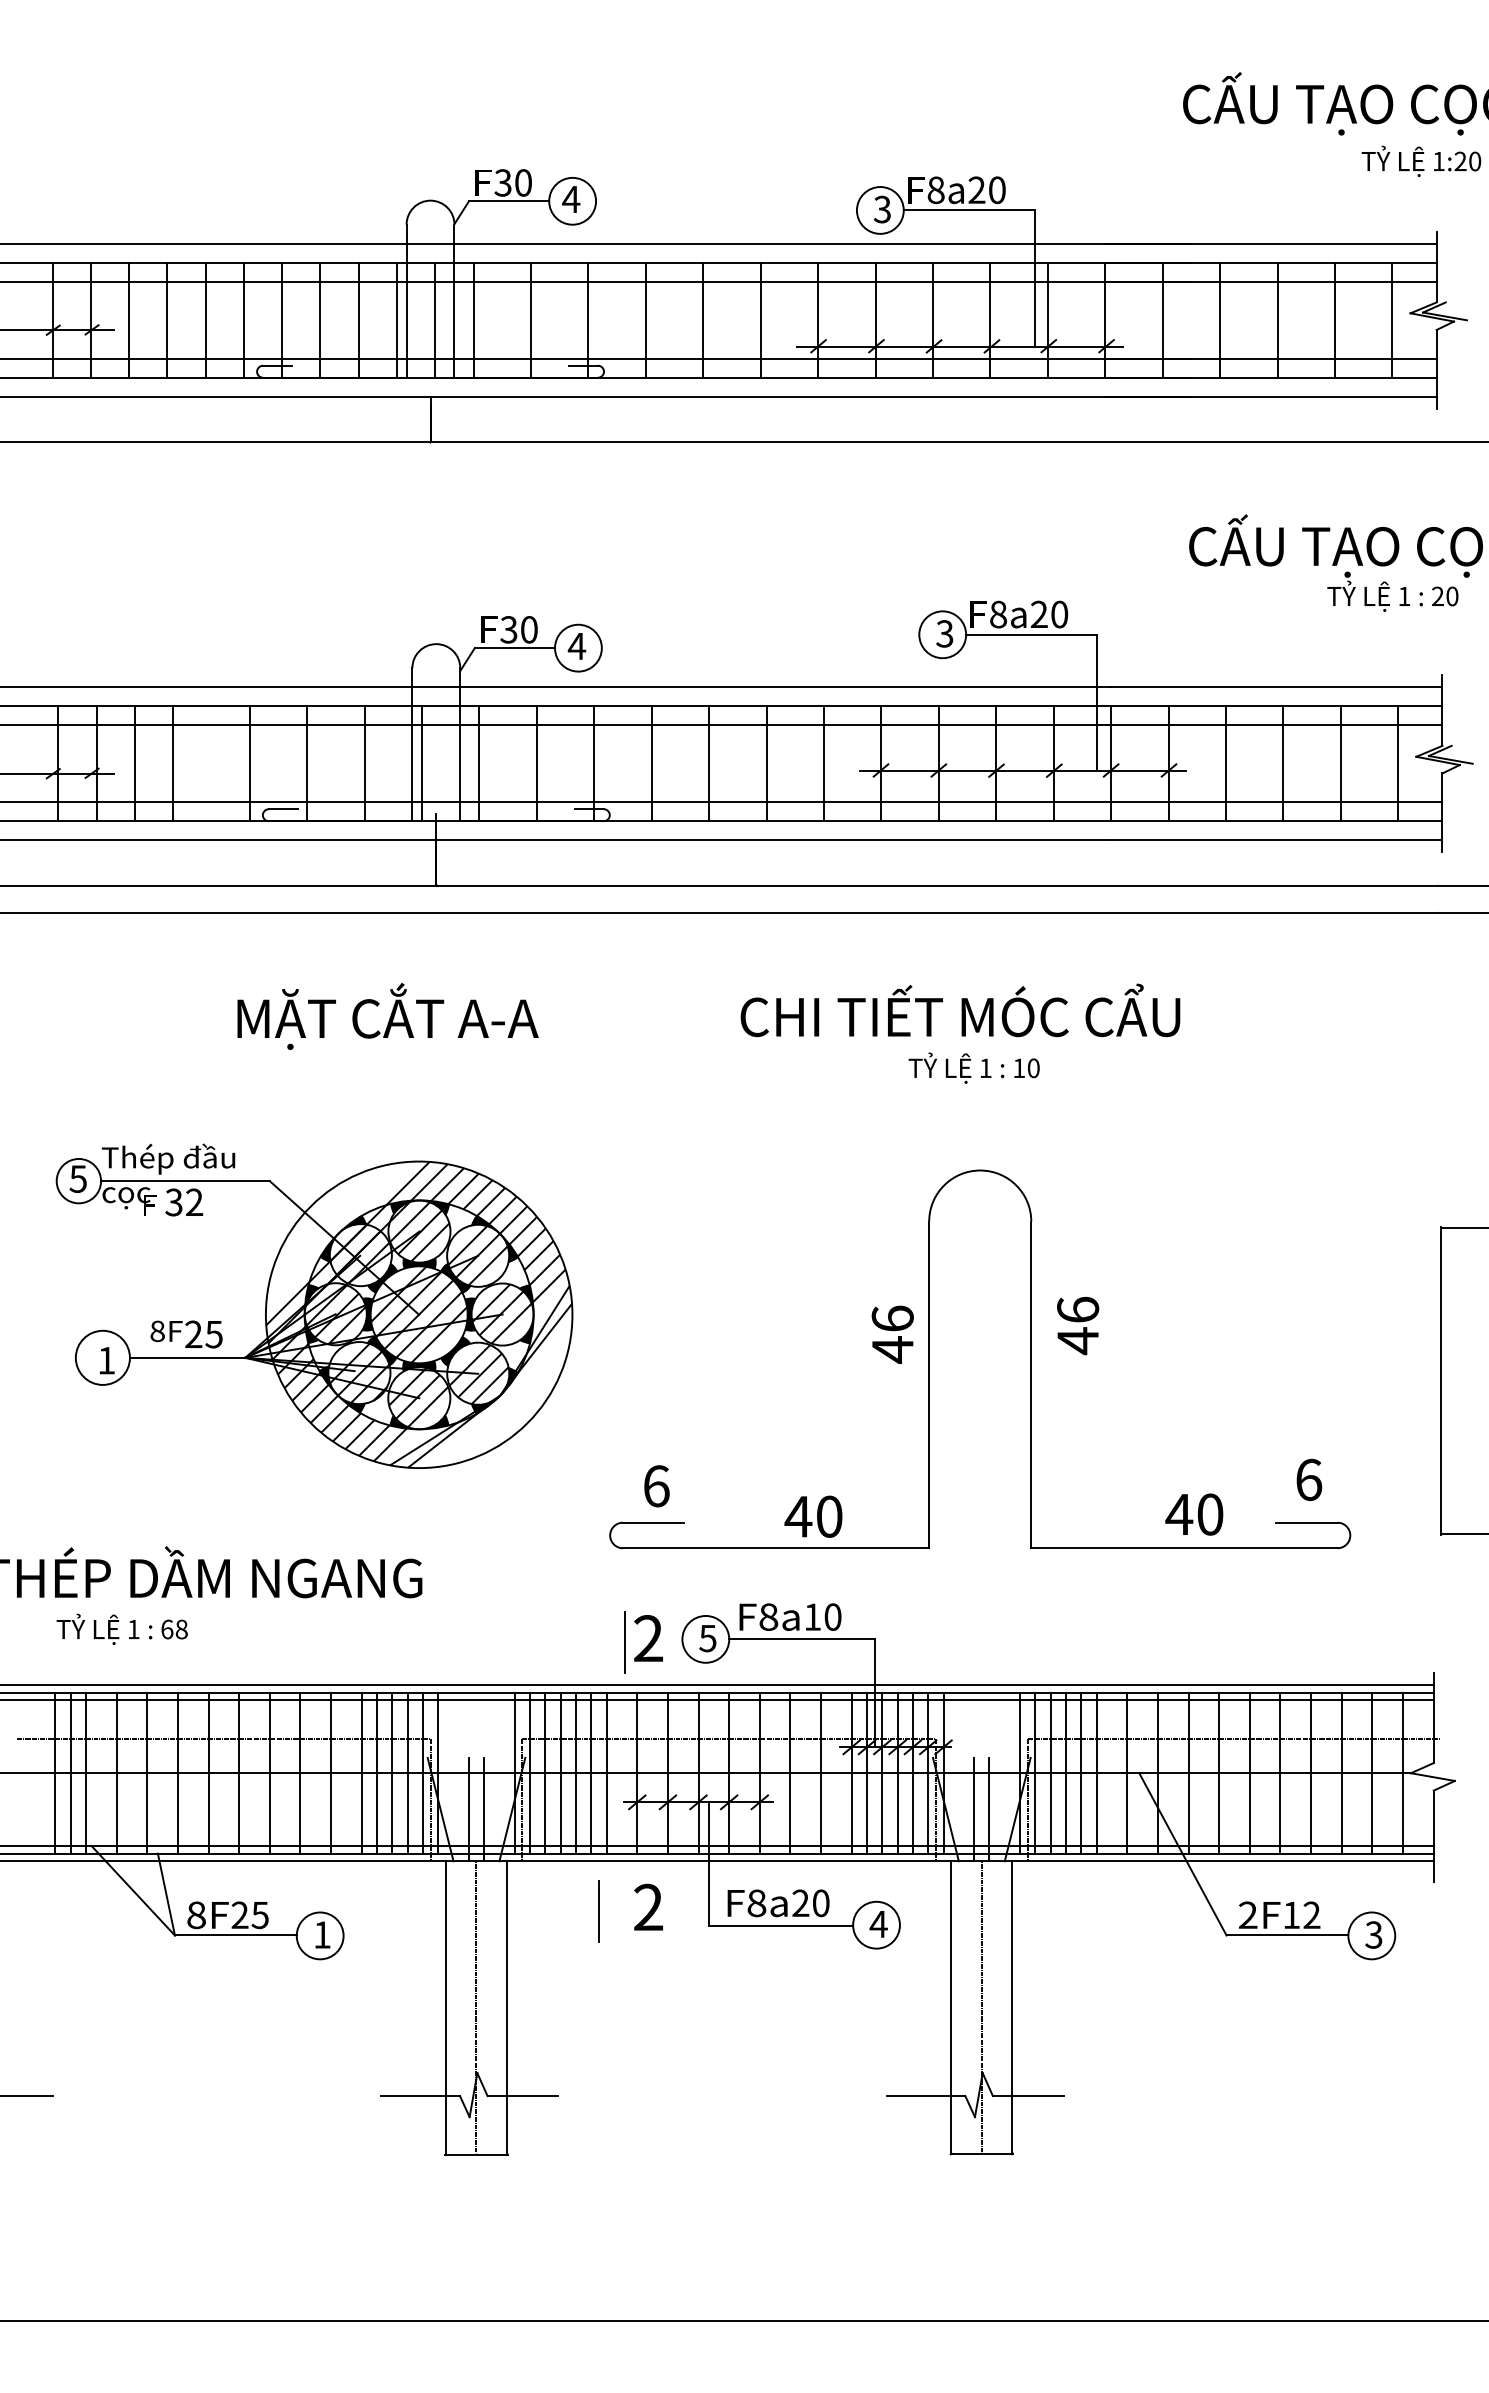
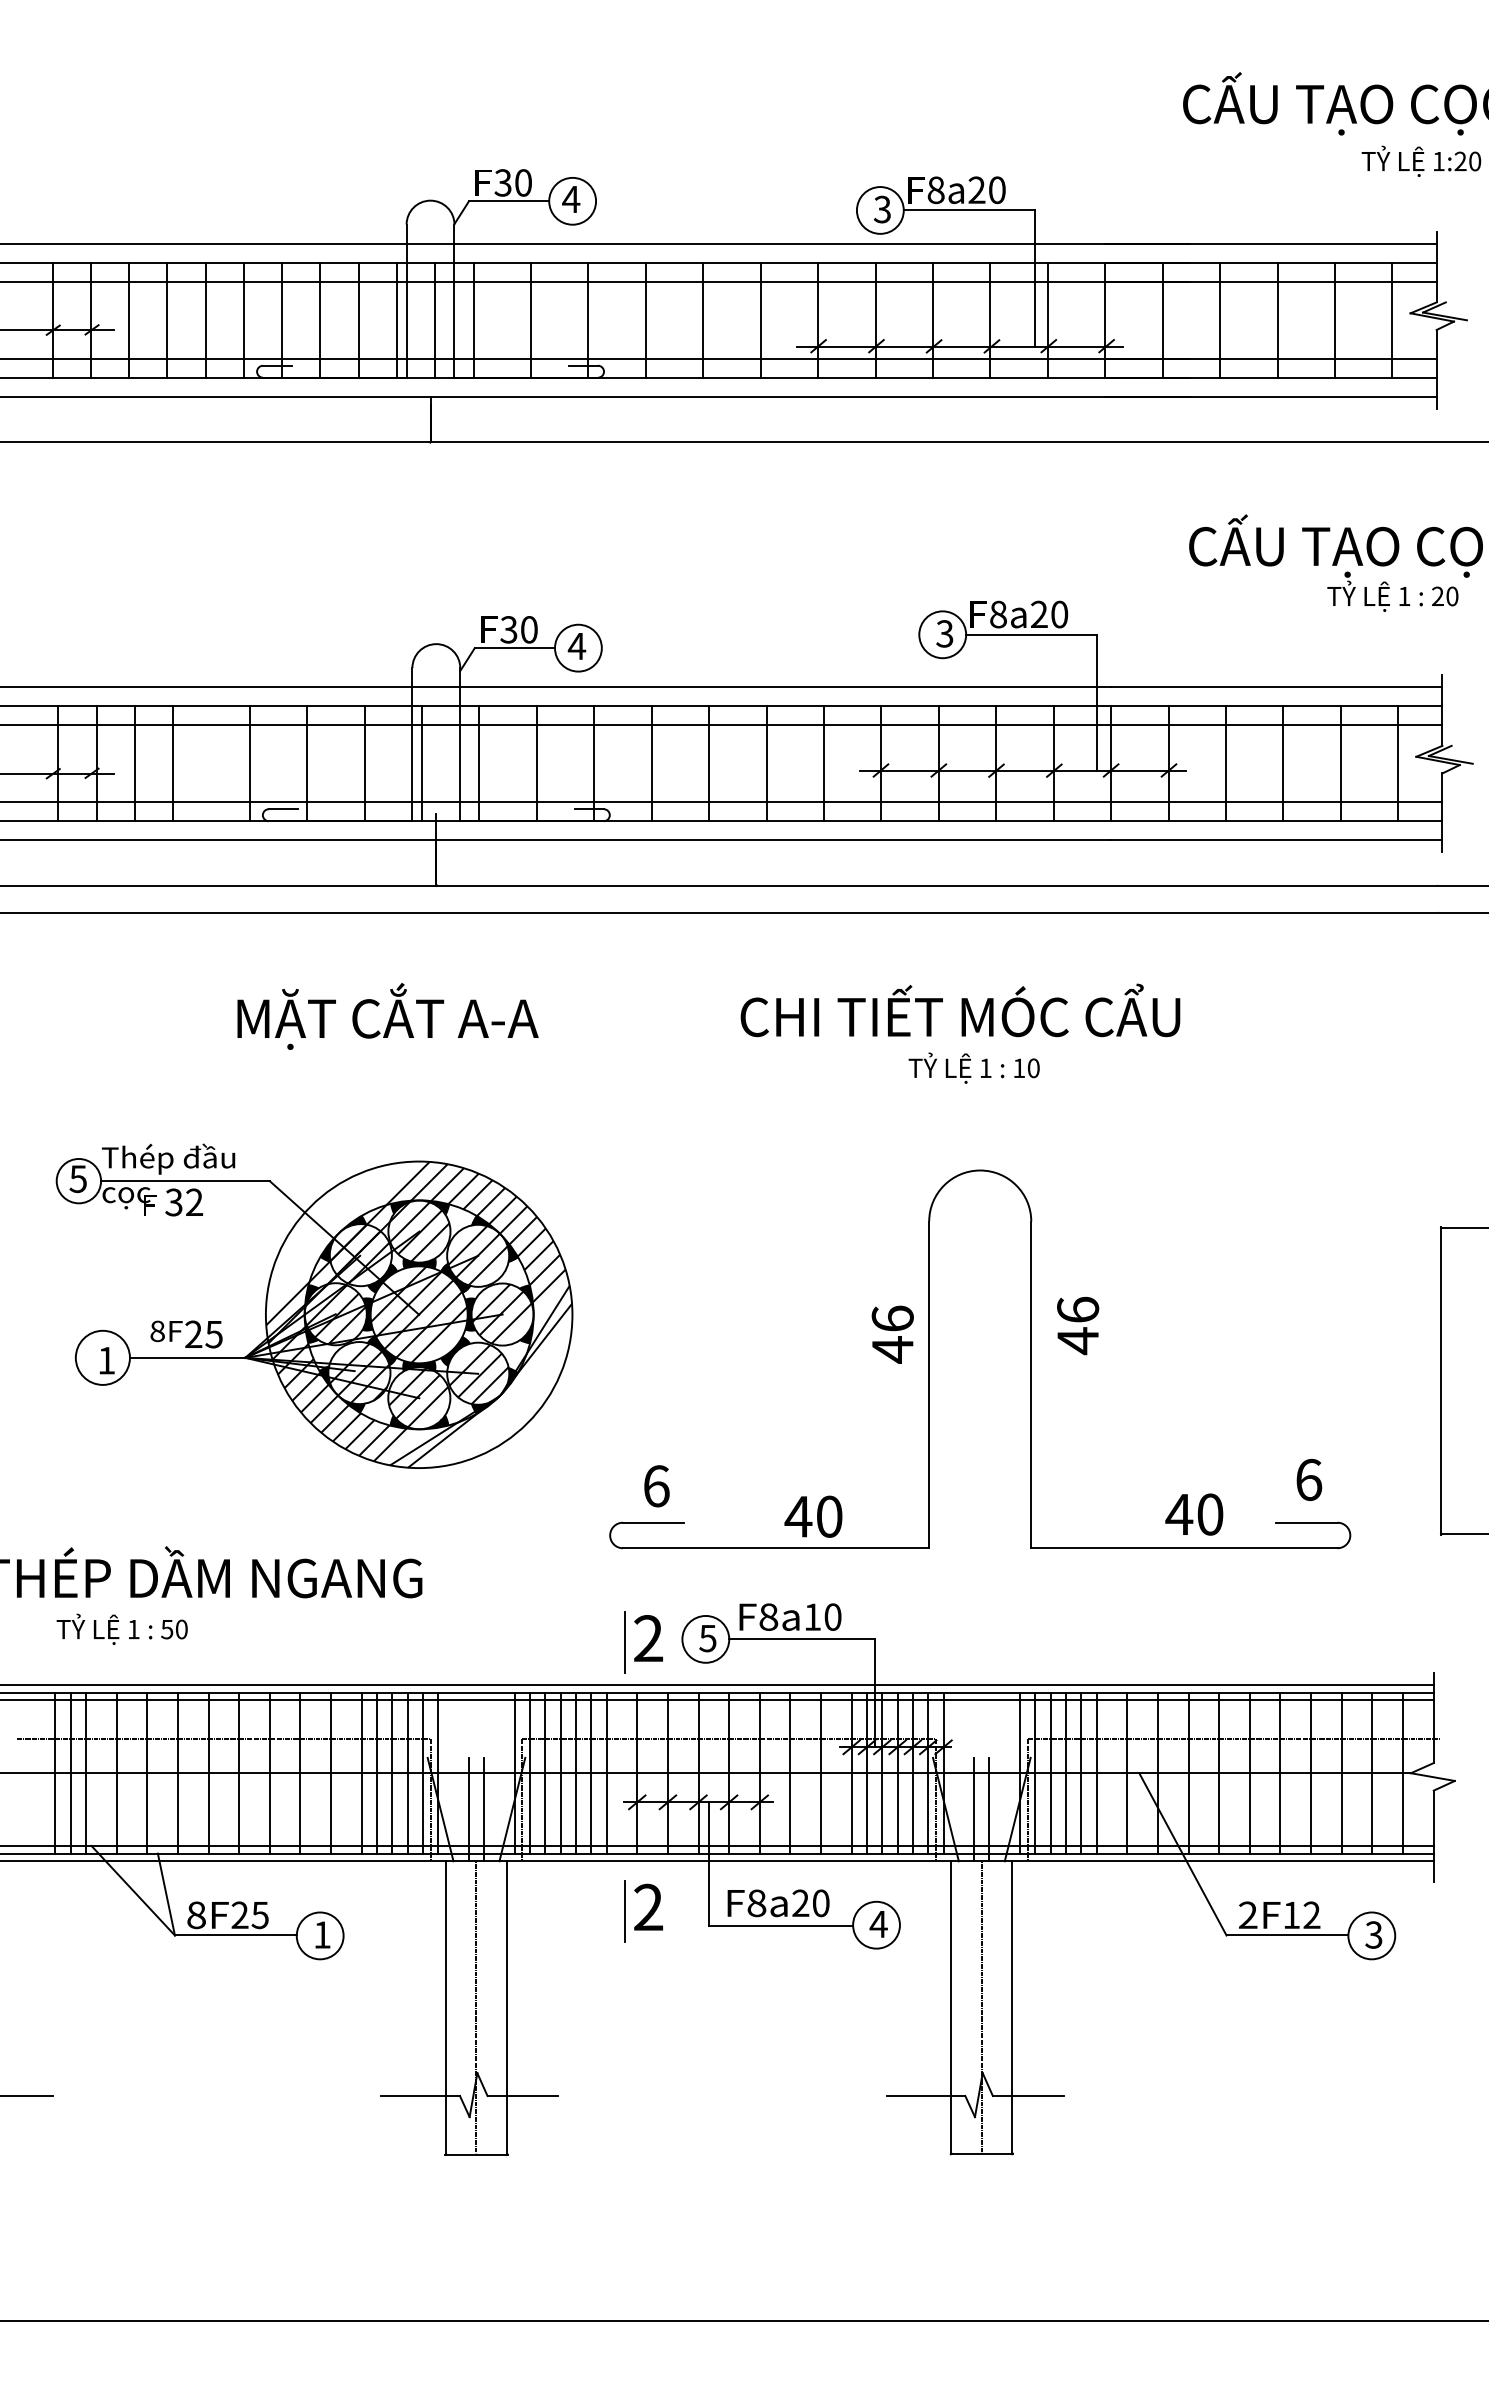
text at (174, 1629): 68 -> 50
line at (598, 1911) position: (598, 1911) -> (624, 1911)
